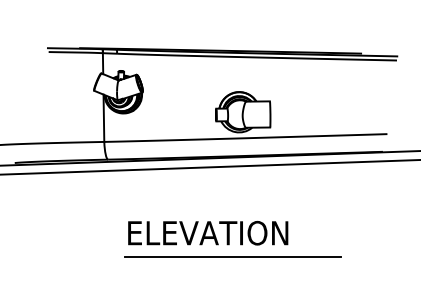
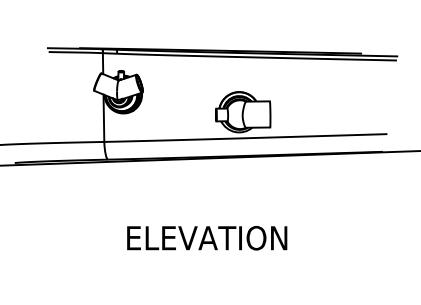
line at (209, 167): present -> none
text at (208, 232) position: (208, 232) -> (207, 237)
line at (232, 256): present -> none
